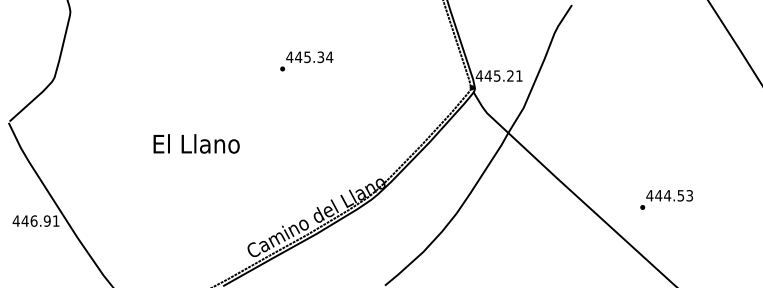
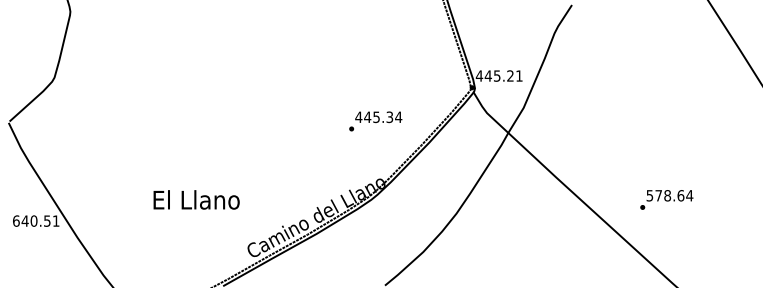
text at (306, 61) position: (306, 61) -> (375, 121)
text at (196, 143) position: (196, 143) -> (196, 199)
text at (669, 195): 444.53 -> 578.64
text at (31, 220): 446.91 -> 640.51
